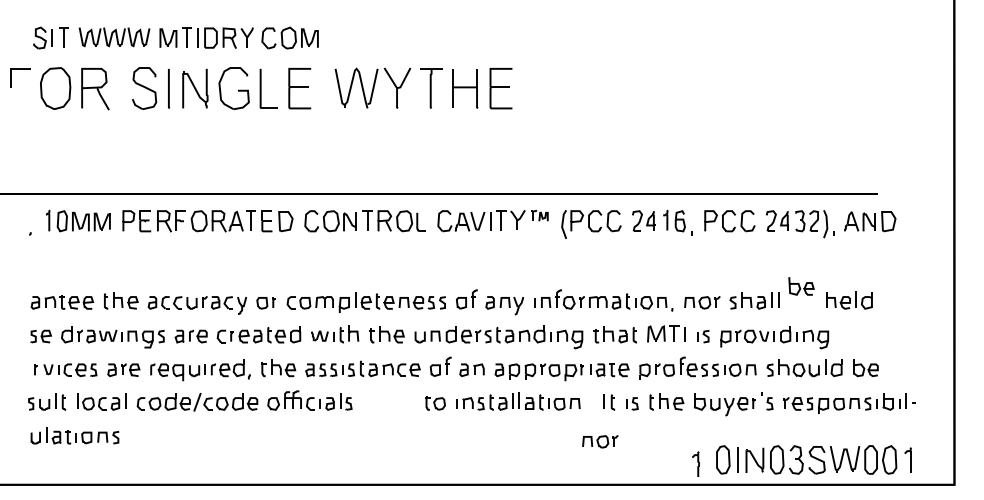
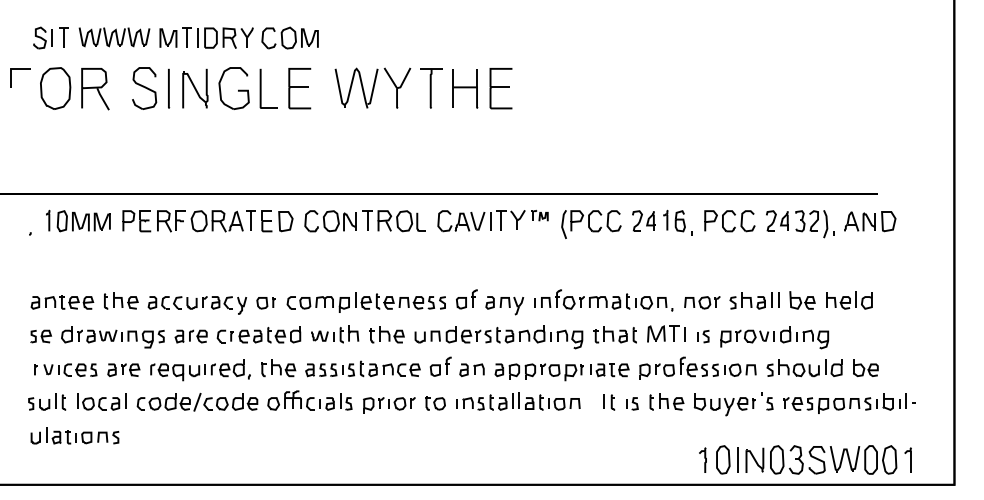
part at (801, 286) position: (801, 286) -> (802, 300)
part at (389, 405): none -> present
part at (600, 441): present -> none
part at (695, 463) position: (695, 463) -> (702, 459)
